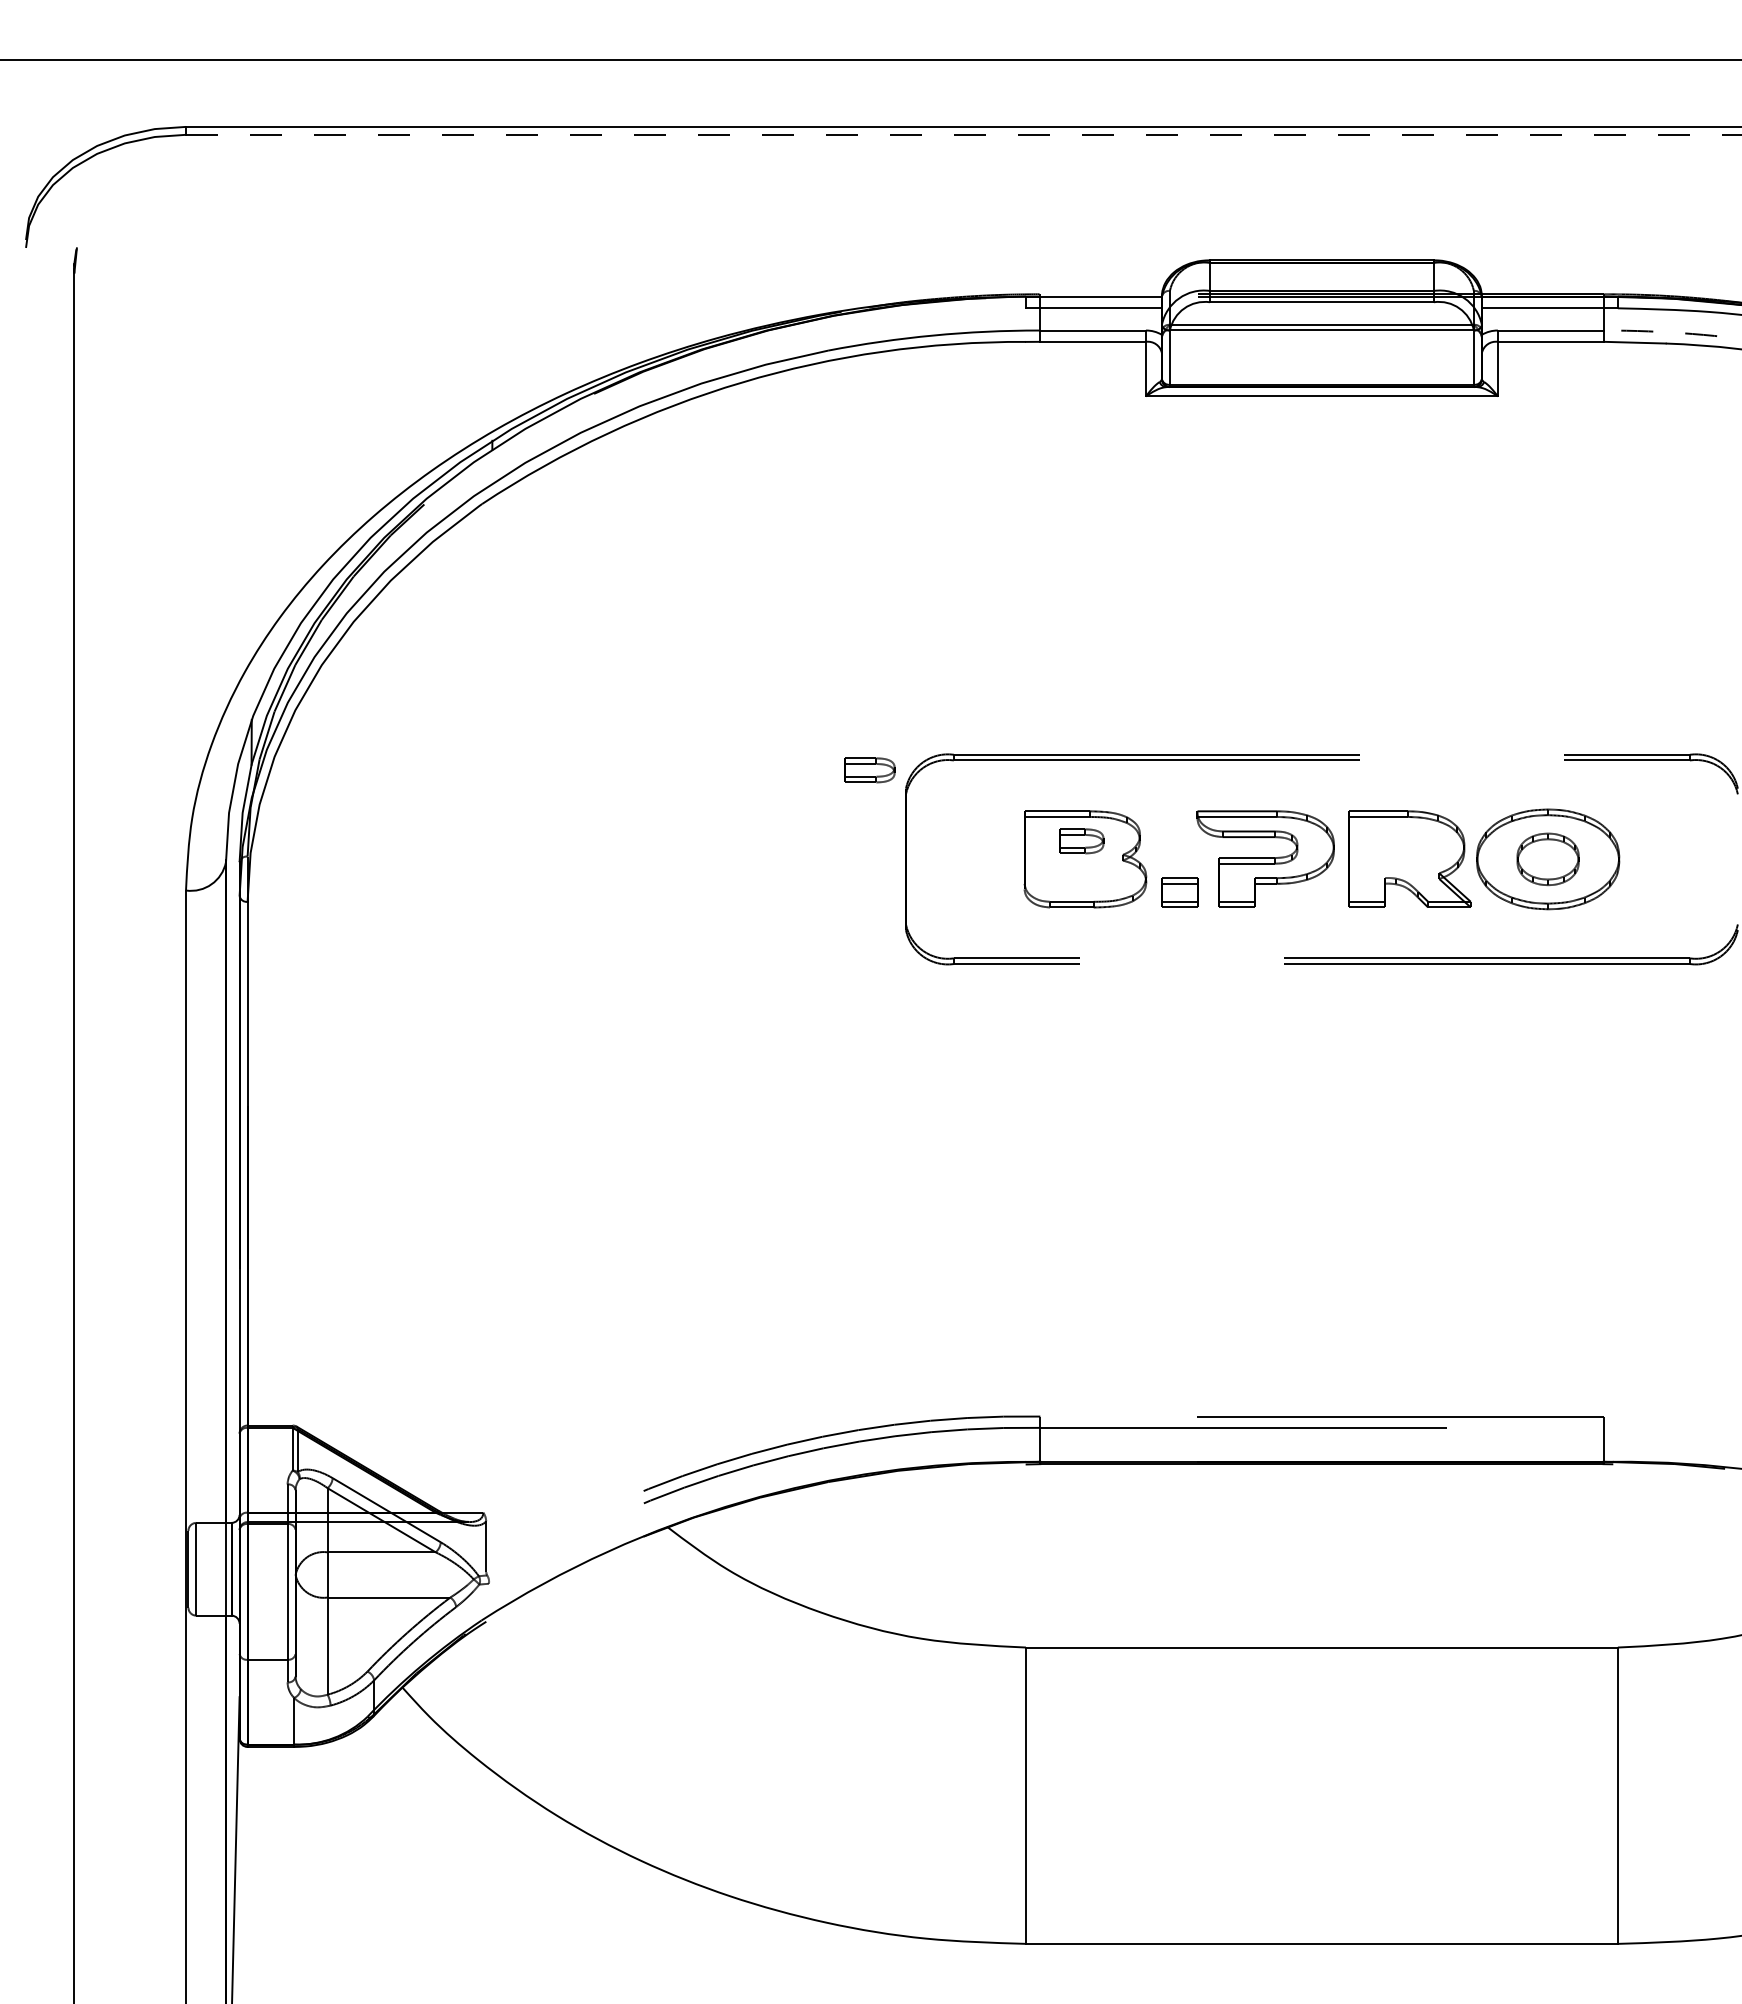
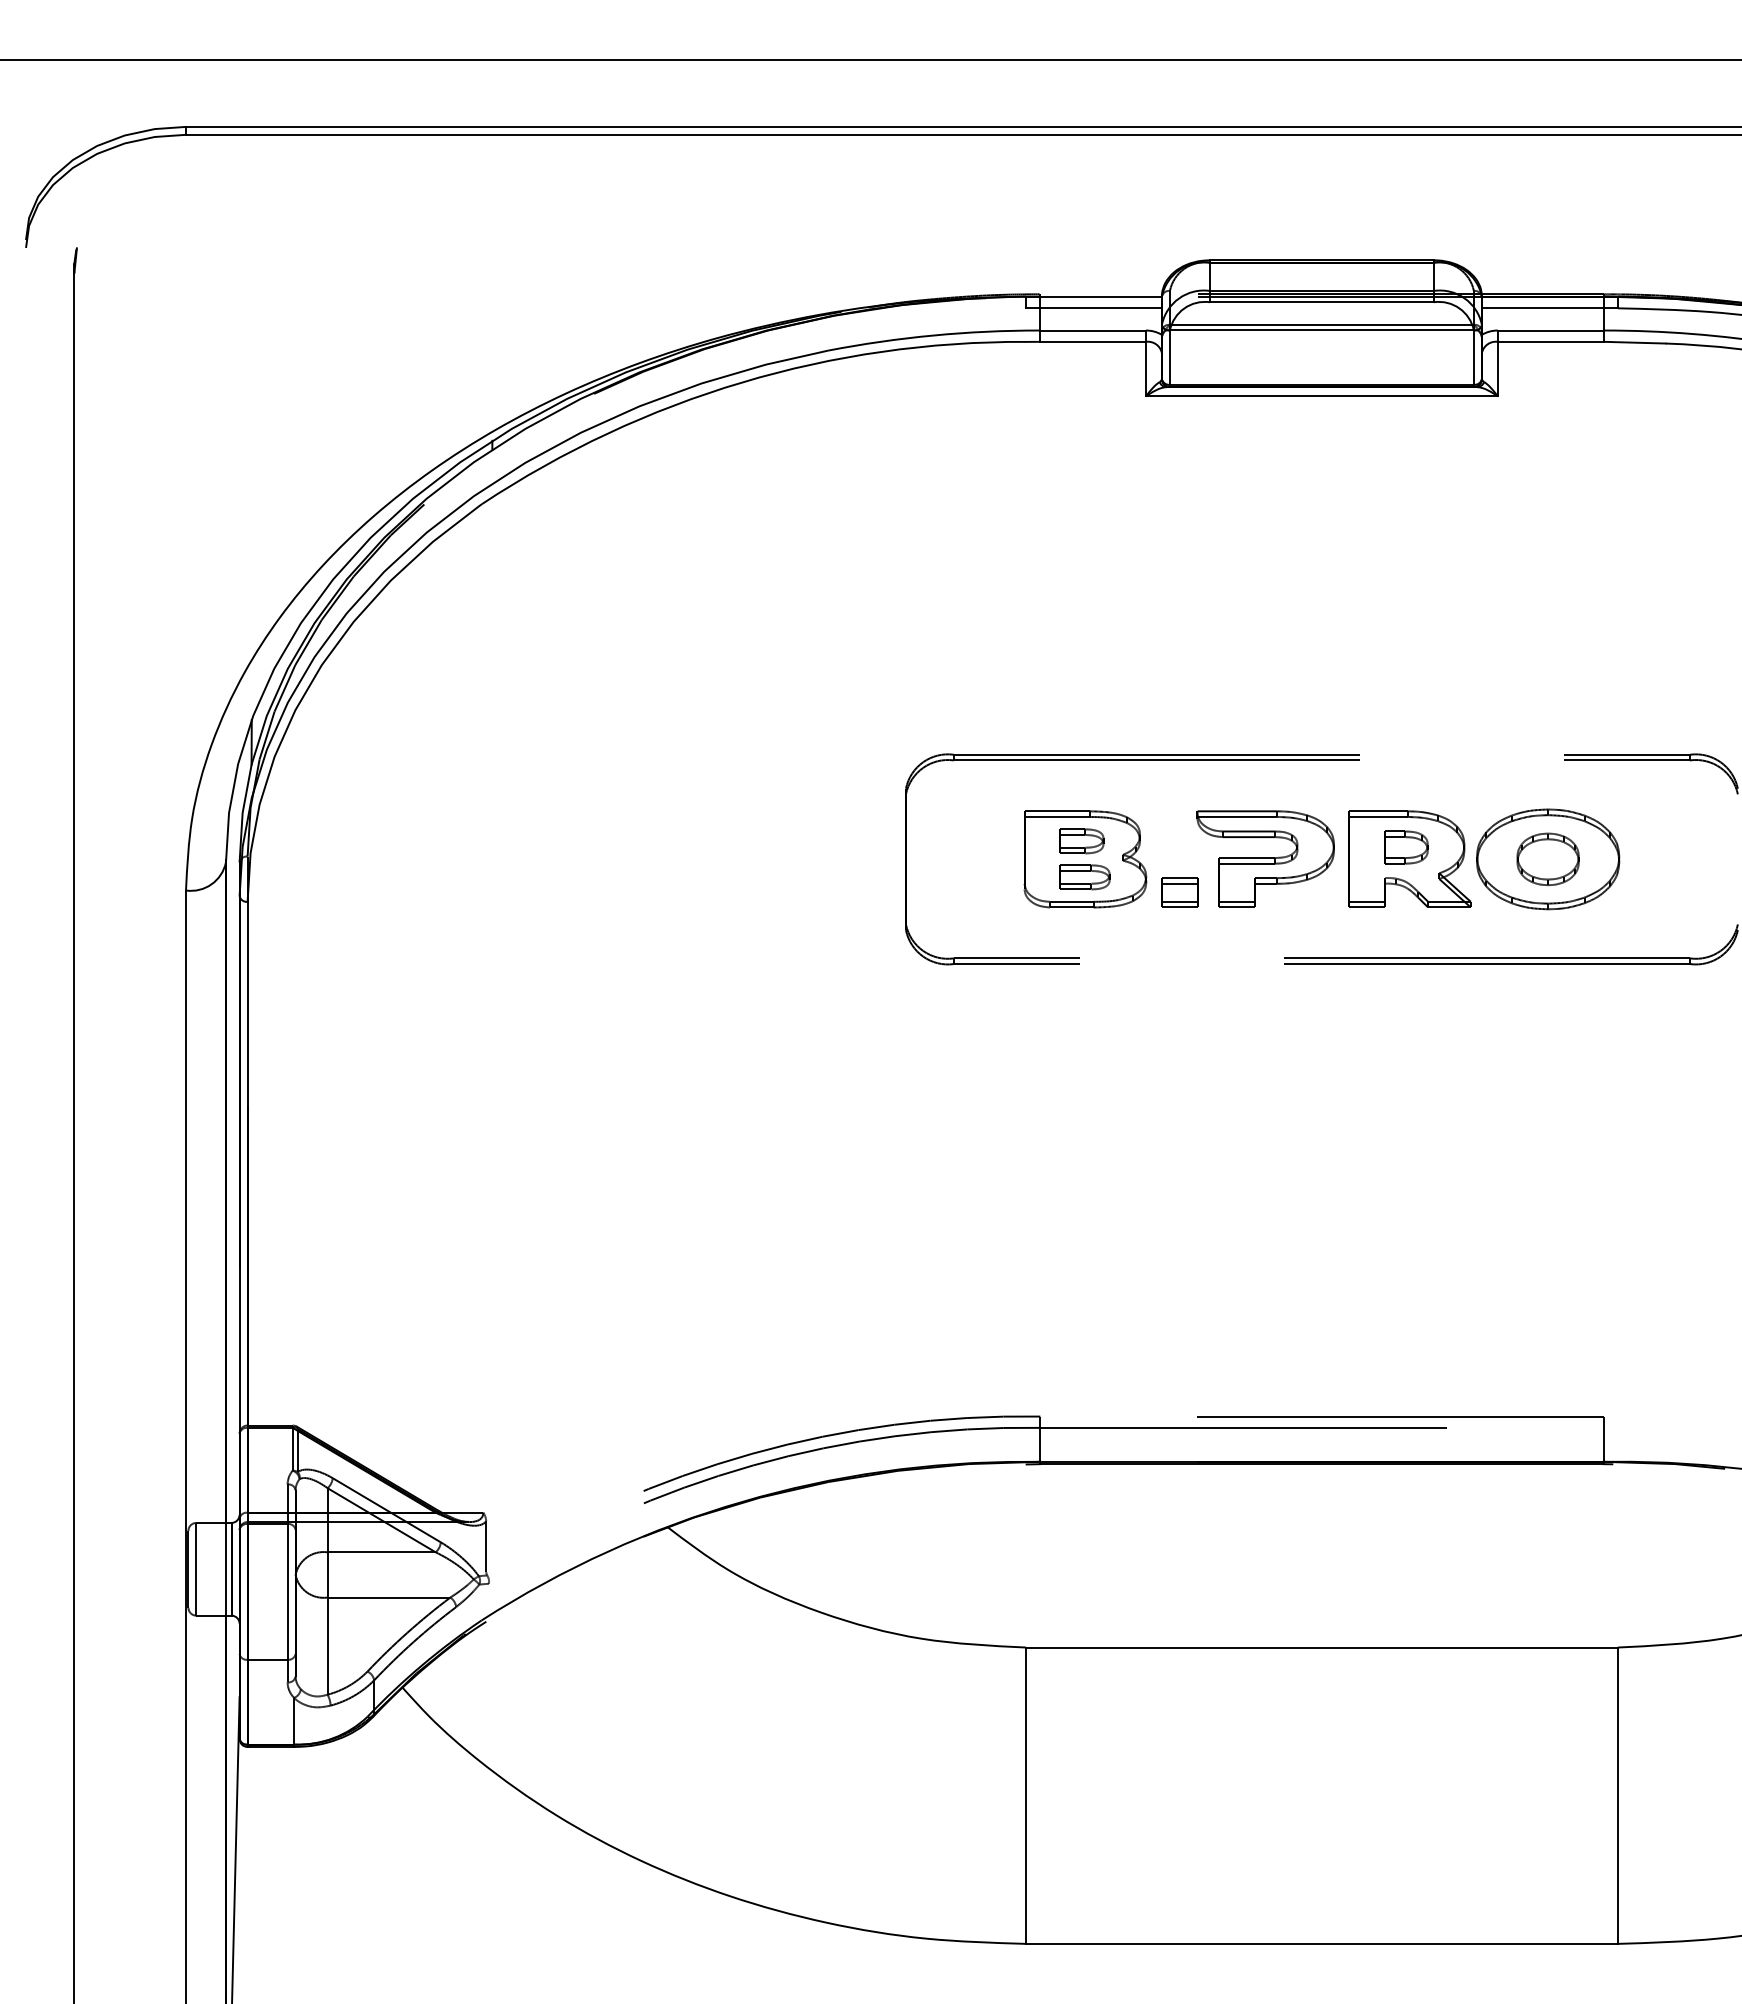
line at (963, 134): dashed -> solid
arc at (1672, 332): dashed -> solid
part at (869, 770) position: (869, 770) -> (1084, 877)
part at (1406, 847): none -> present
